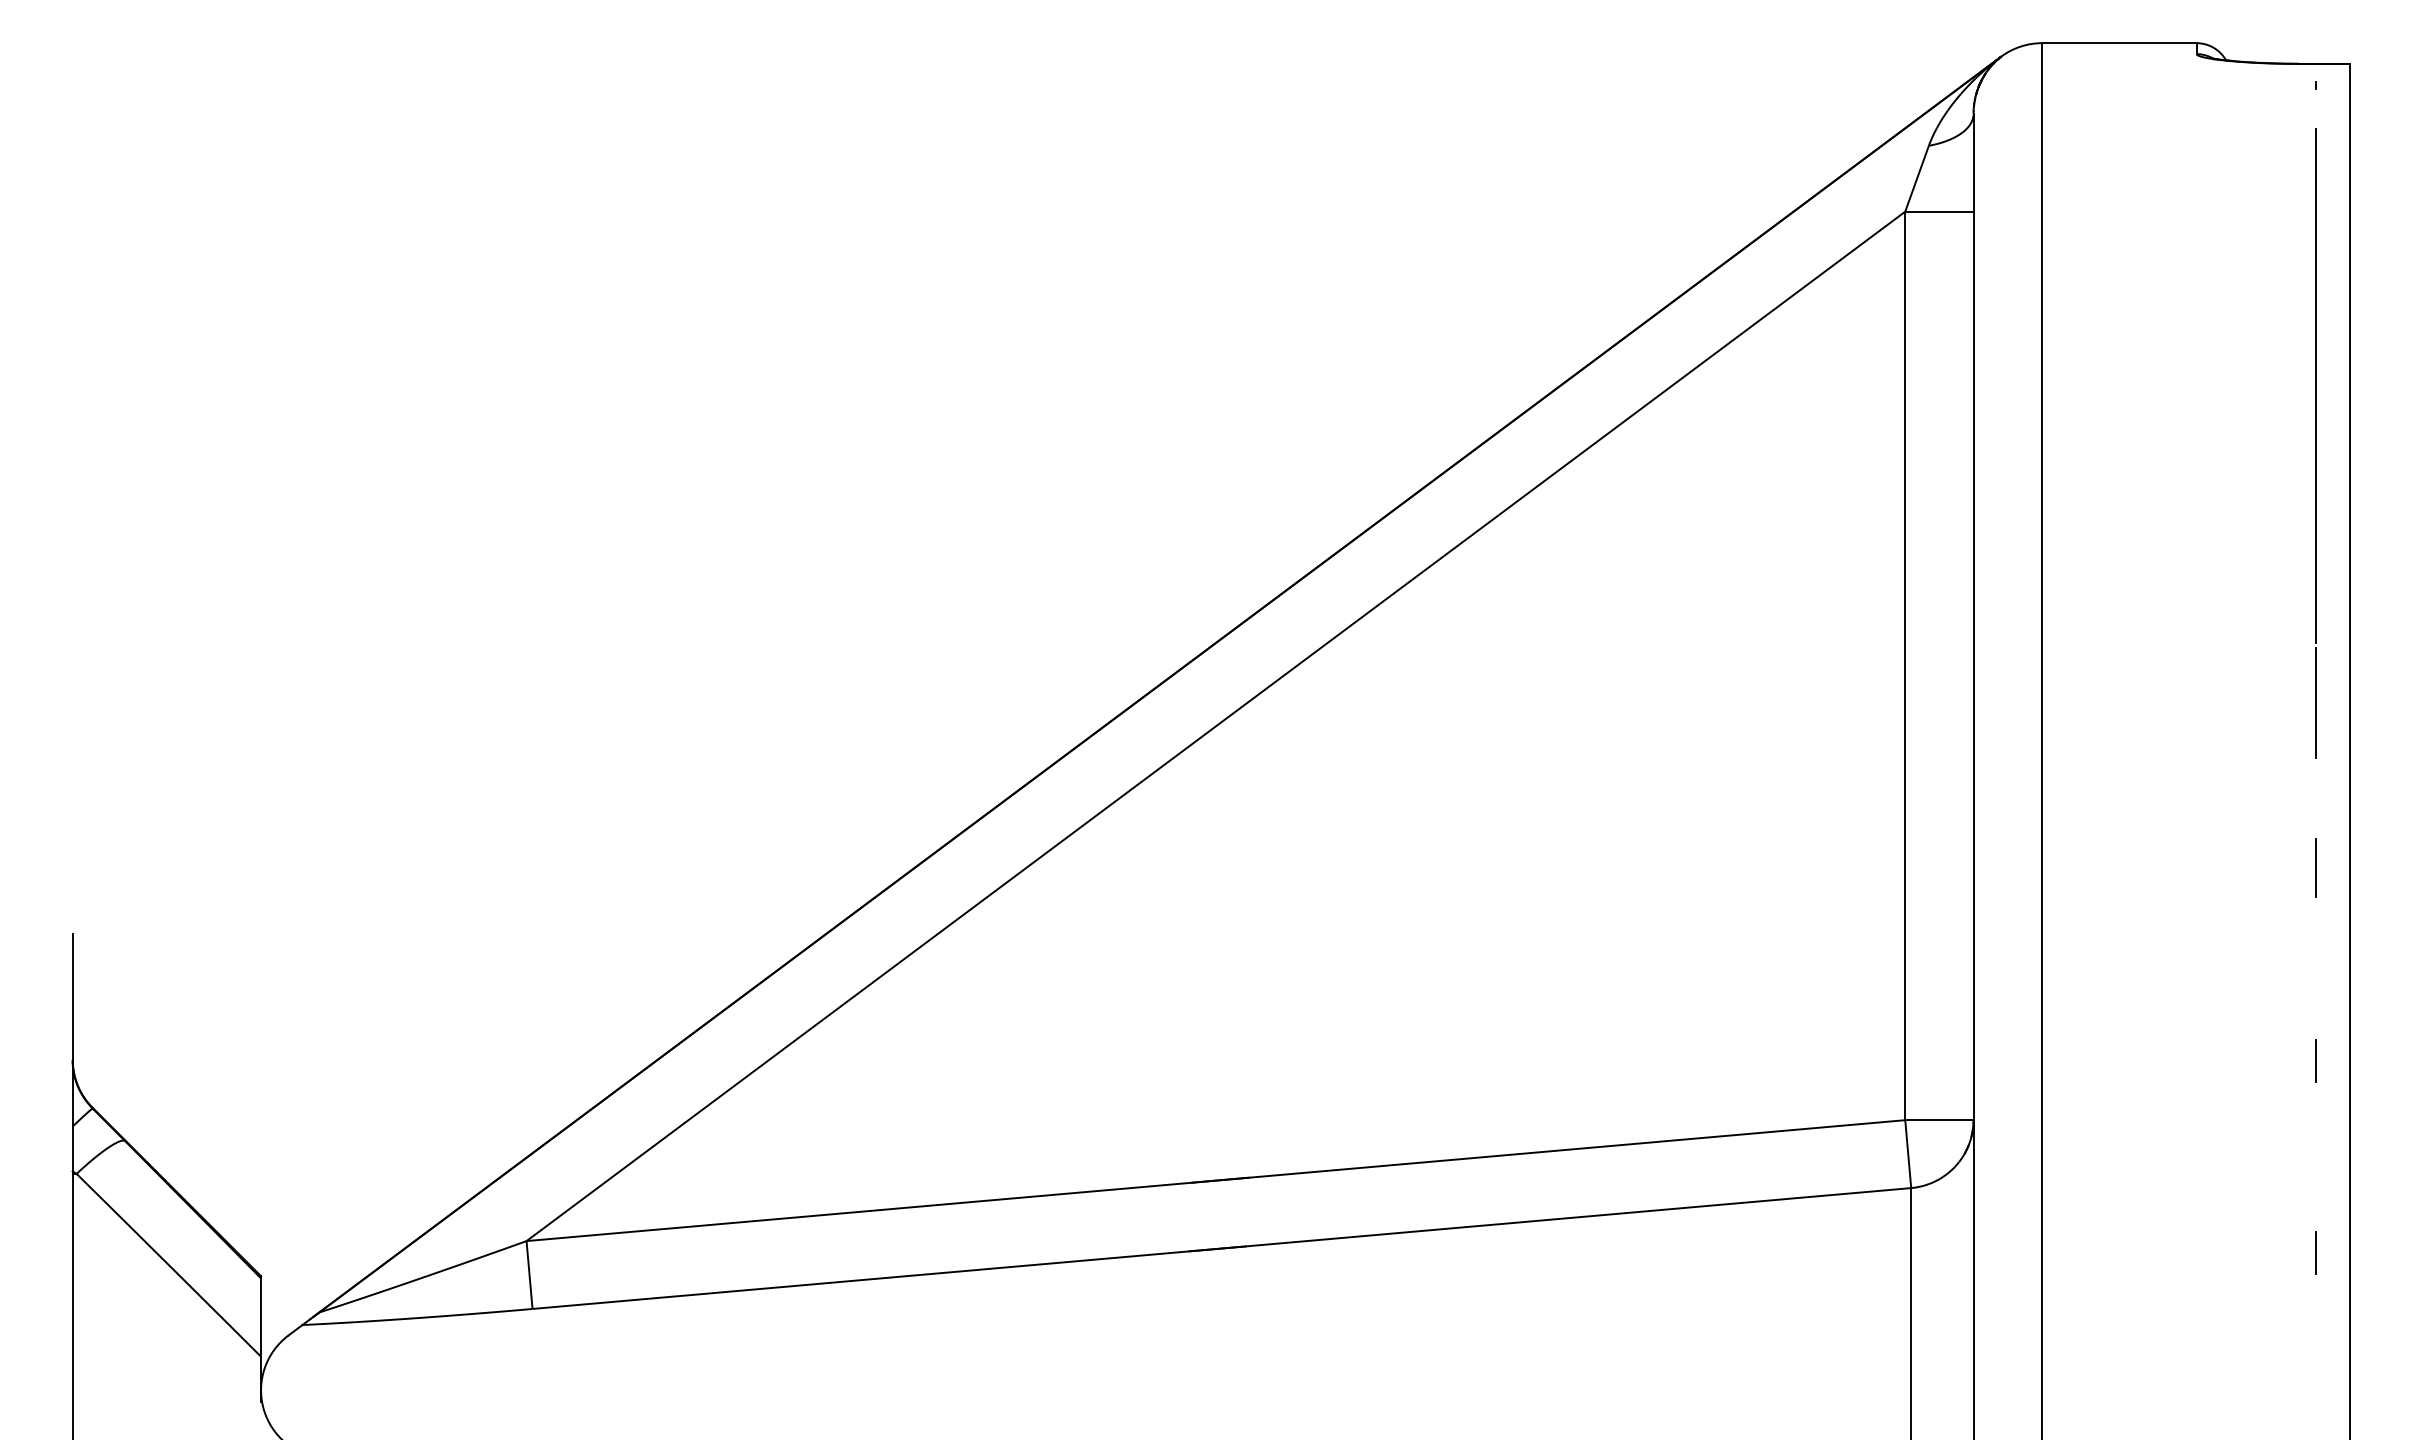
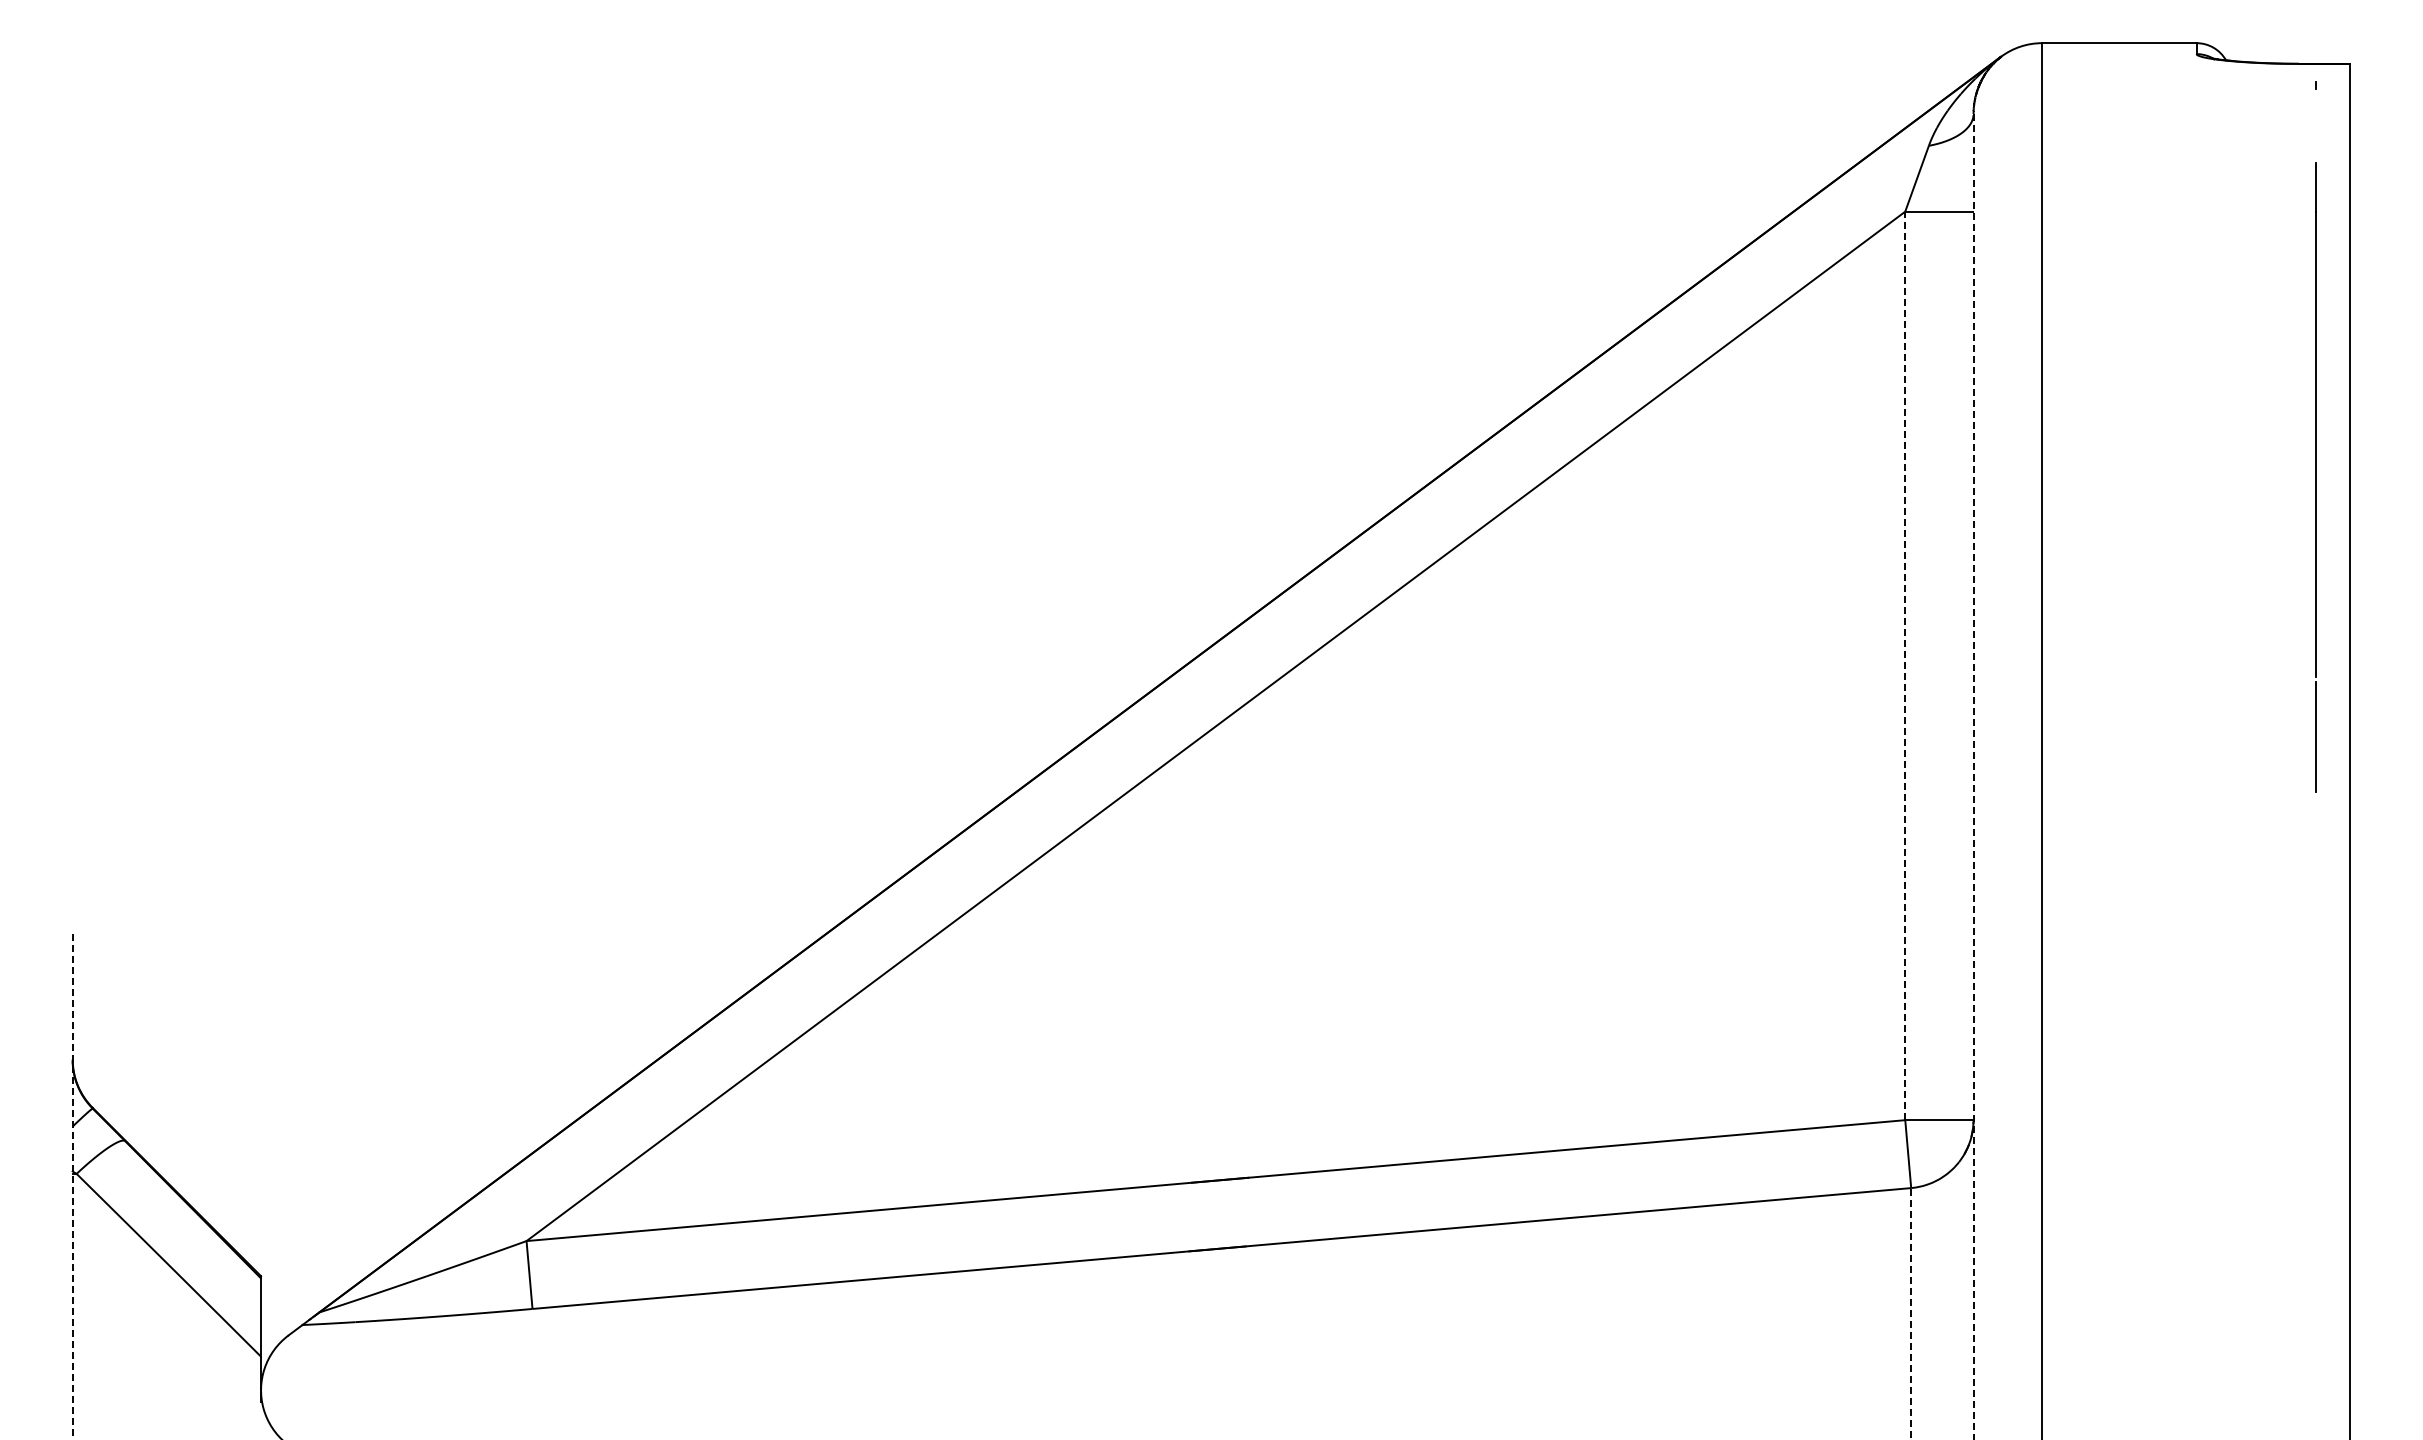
line at (2315, 443) position: (2315, 443) -> (2315, 477)
line at (1905, 665): solid -> dashed
line at (1973, 776): solid -> dashed
line at (2316, 867): present -> none
line at (2316, 1060): present -> none
line at (72, 1186): solid -> dashed
line at (2316, 1253): present -> none
line at (1911, 1313): solid -> dashed
